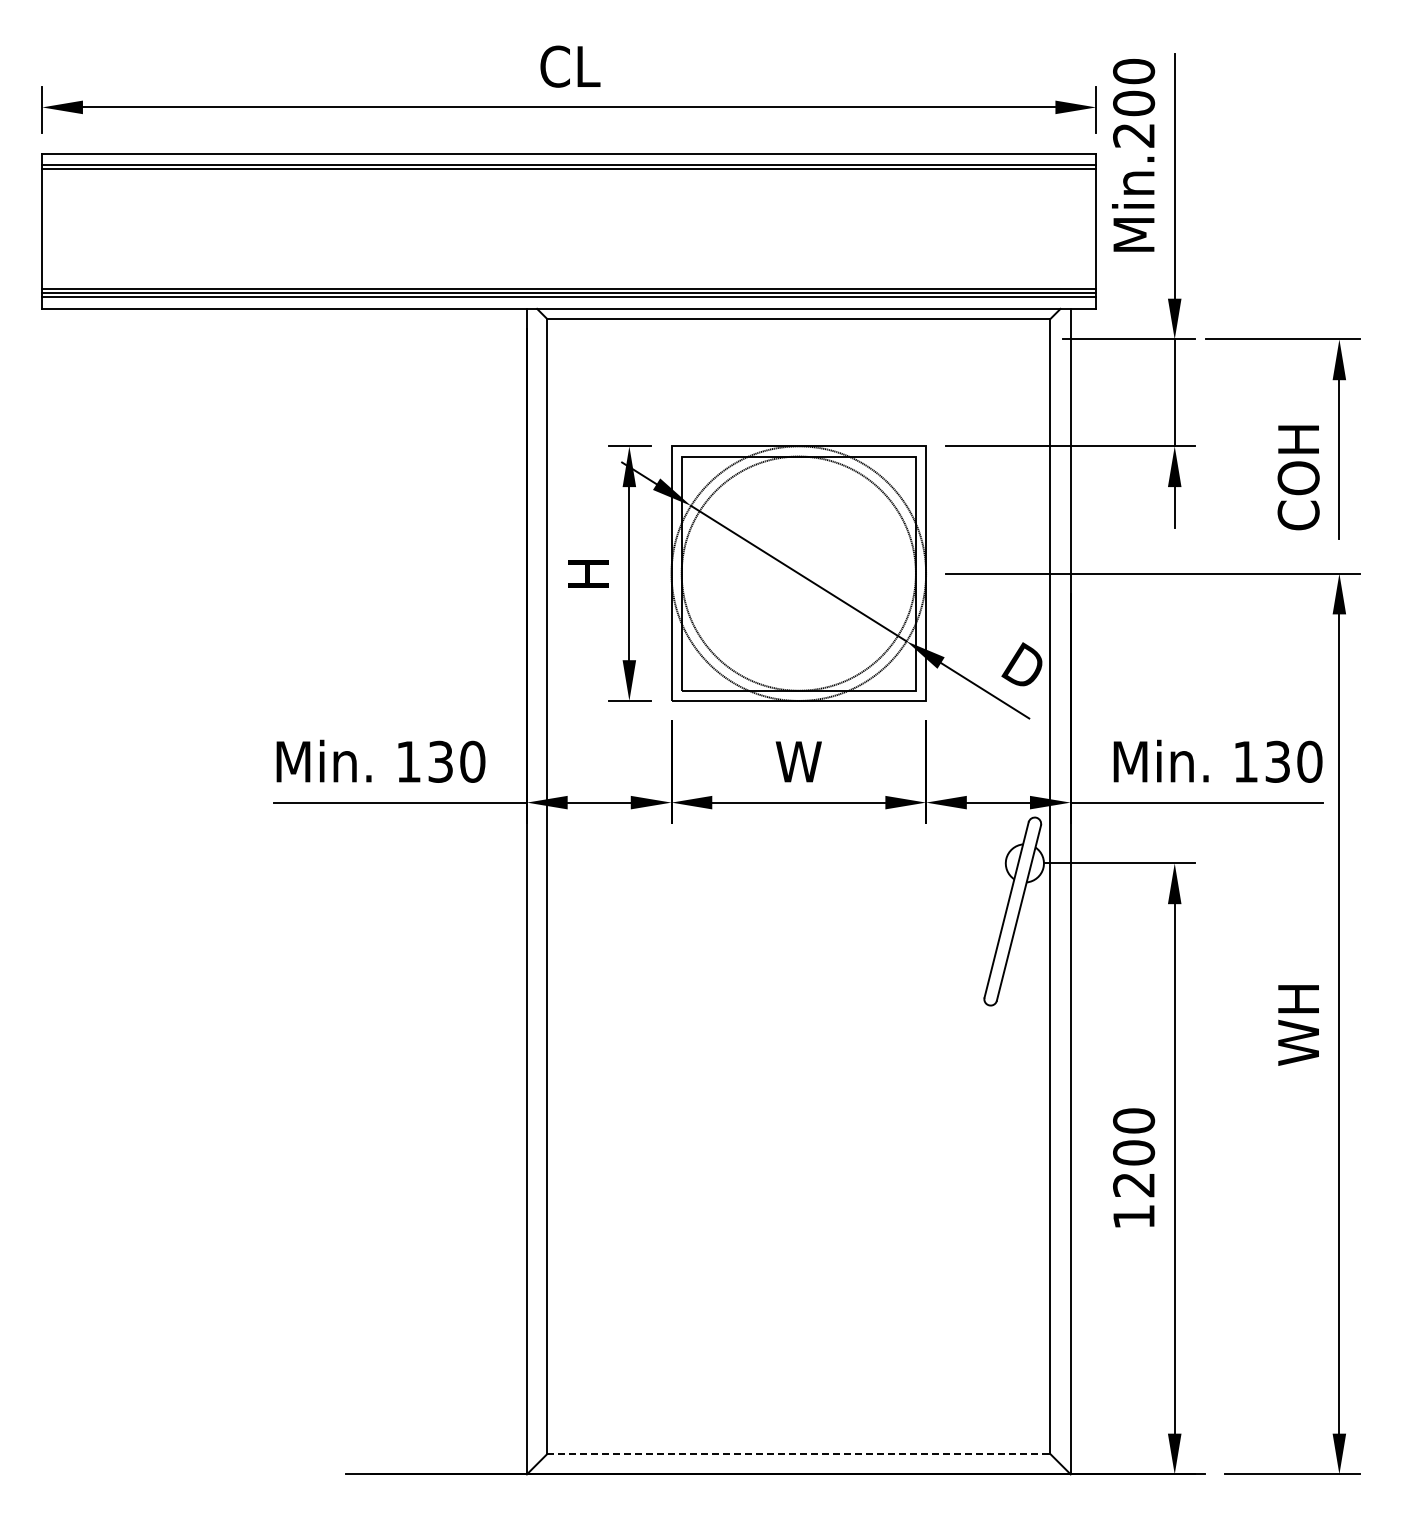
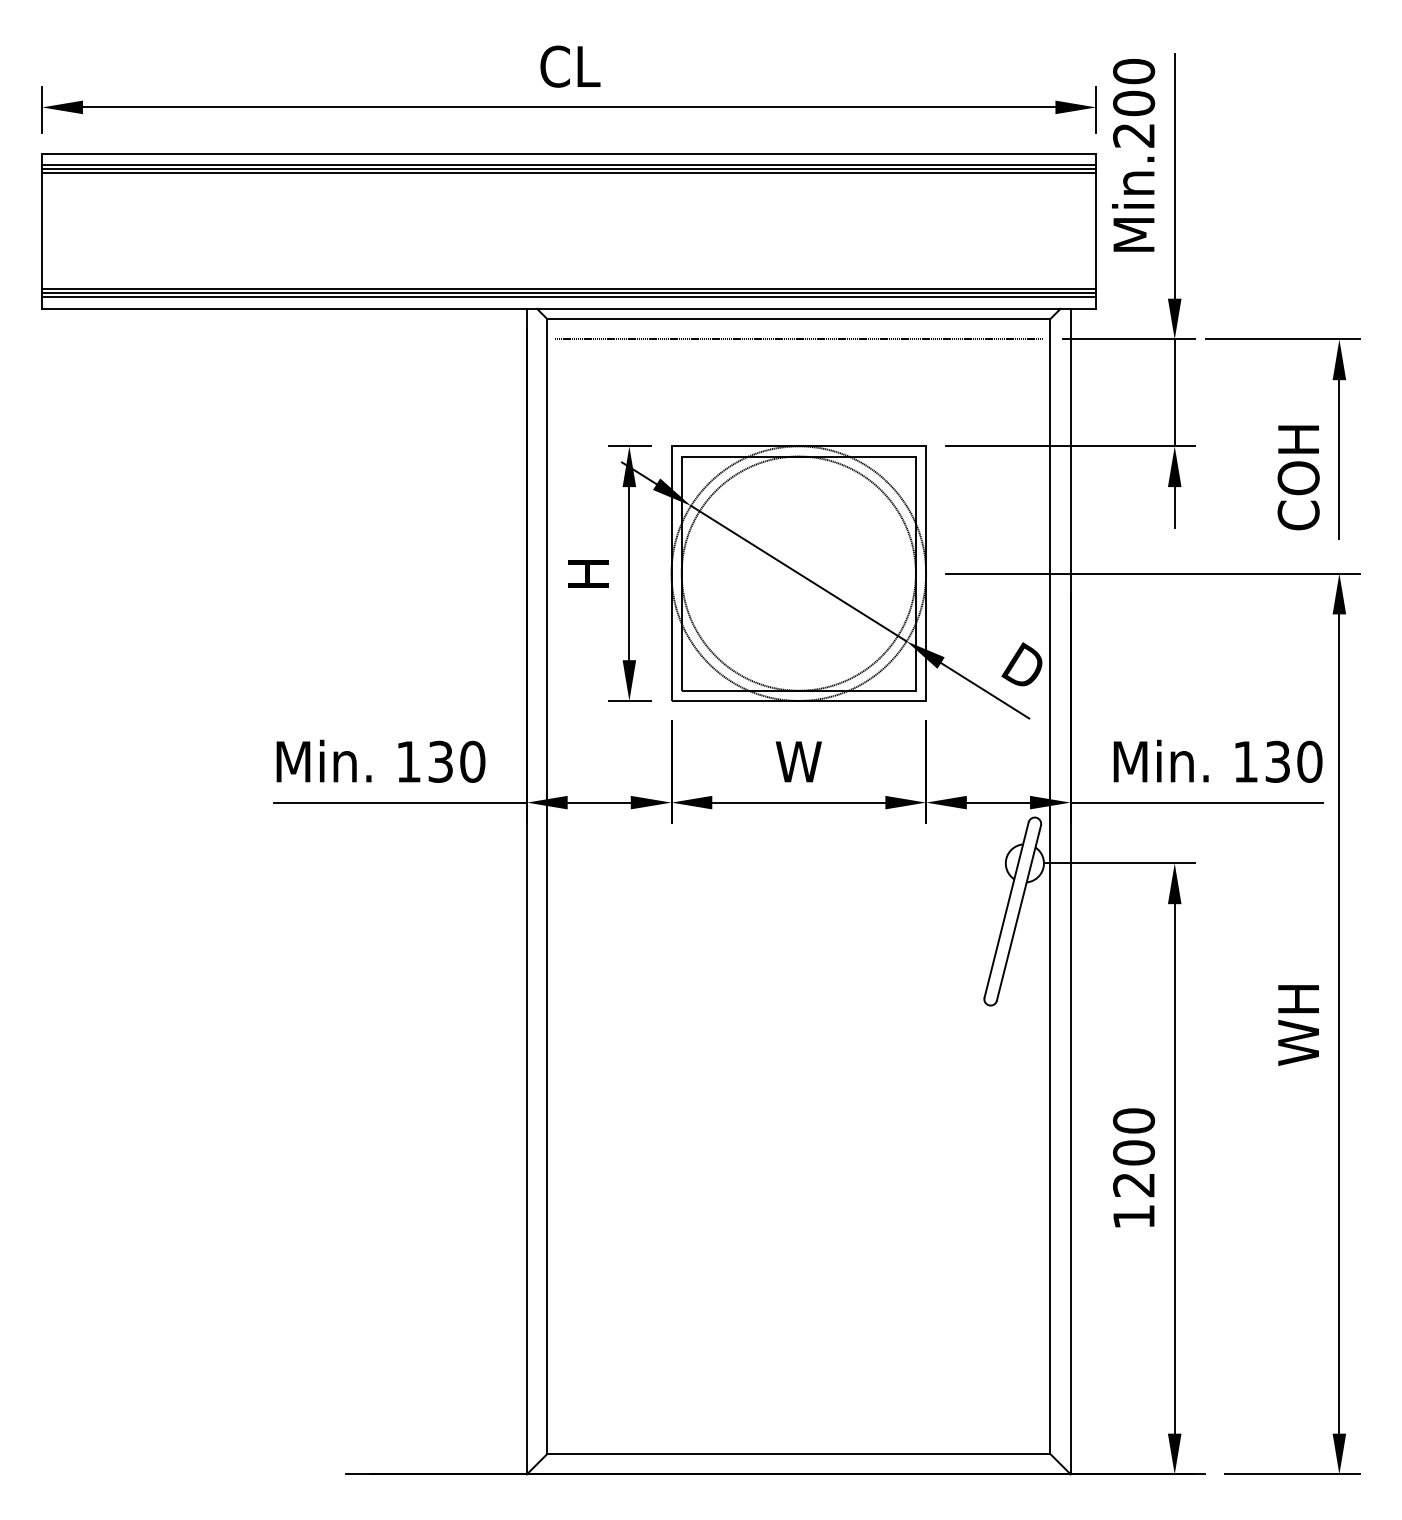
line at (569, 172): none -> present
line at (798, 339): none -> present
line at (798, 1454): dashed -> solid
